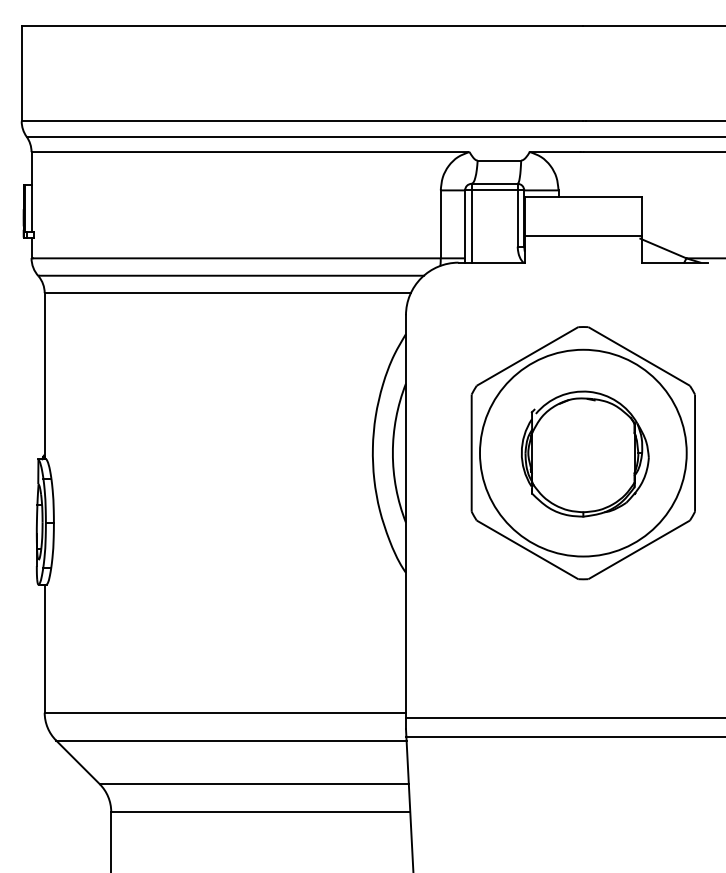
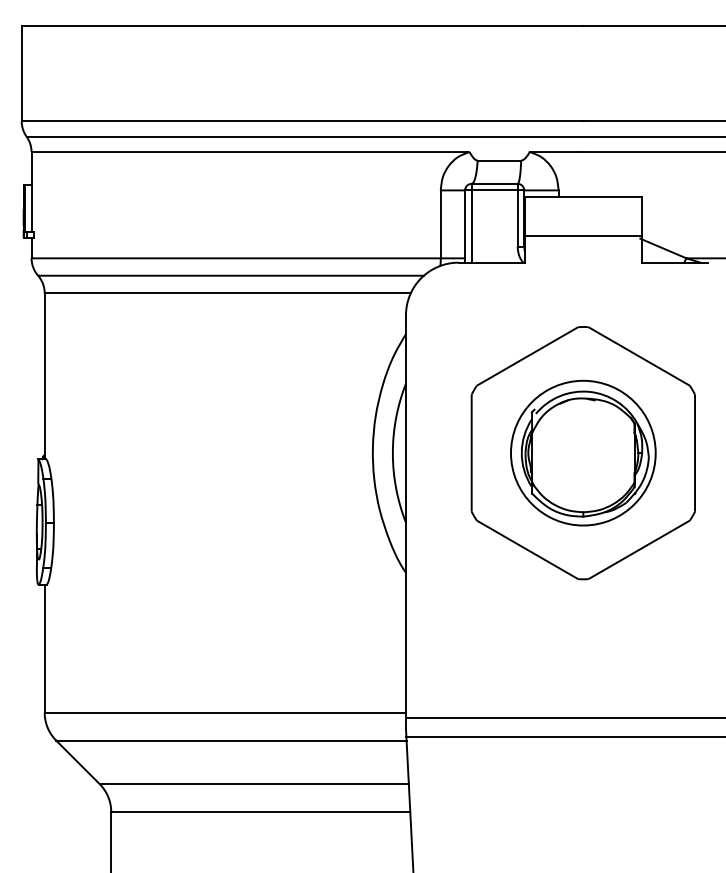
circle at (582, 452) diameter: 207 px -> 145 px
